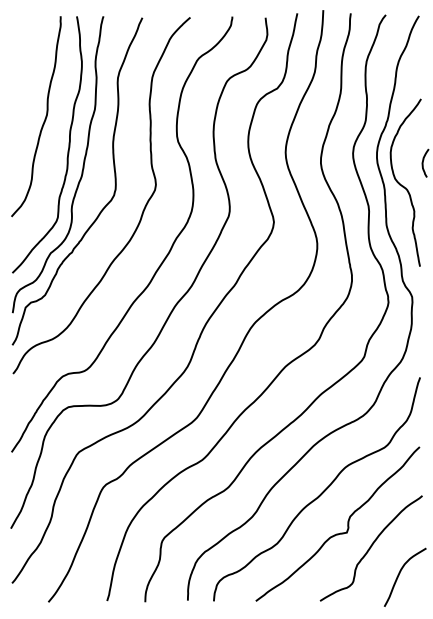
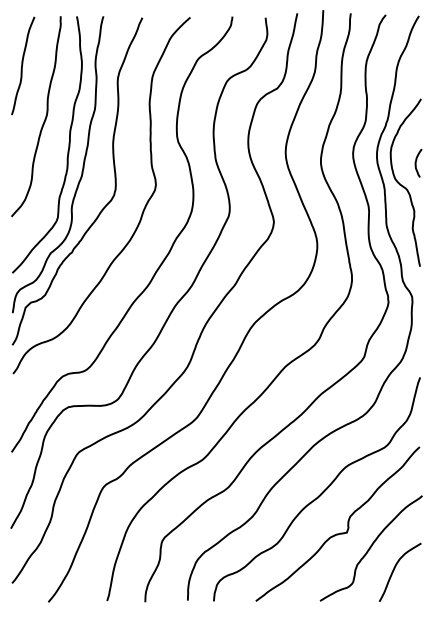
curve at (23, 64): none -> present
curve at (423, 162) position: (423, 162) -> (416, 162)
curve at (400, 573) position: (400, 573) -> (395, 568)
